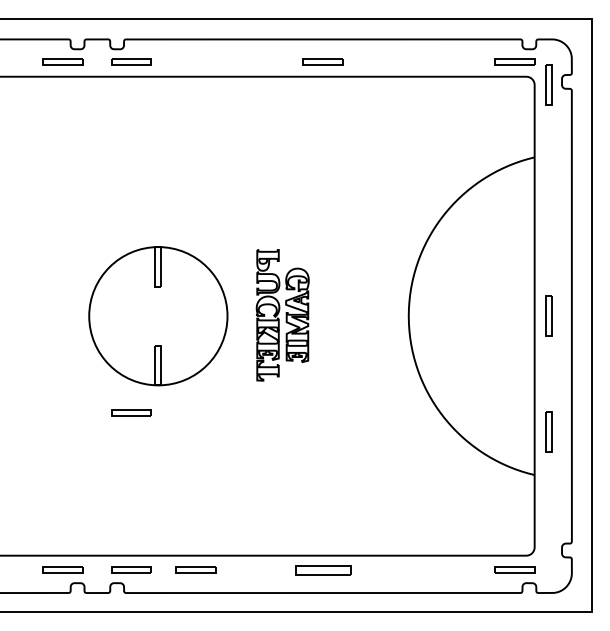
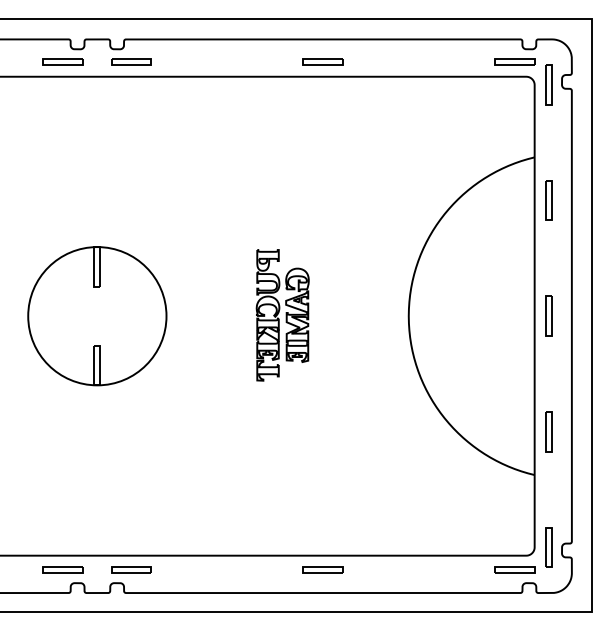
part at (548, 200): none -> present
part at (158, 316) position: (158, 316) -> (97, 316)
part at (131, 412): present -> none
part at (548, 547): none -> present
part at (195, 569): present -> none
part at (323, 570) size: 57x11 px -> 42x8 px
